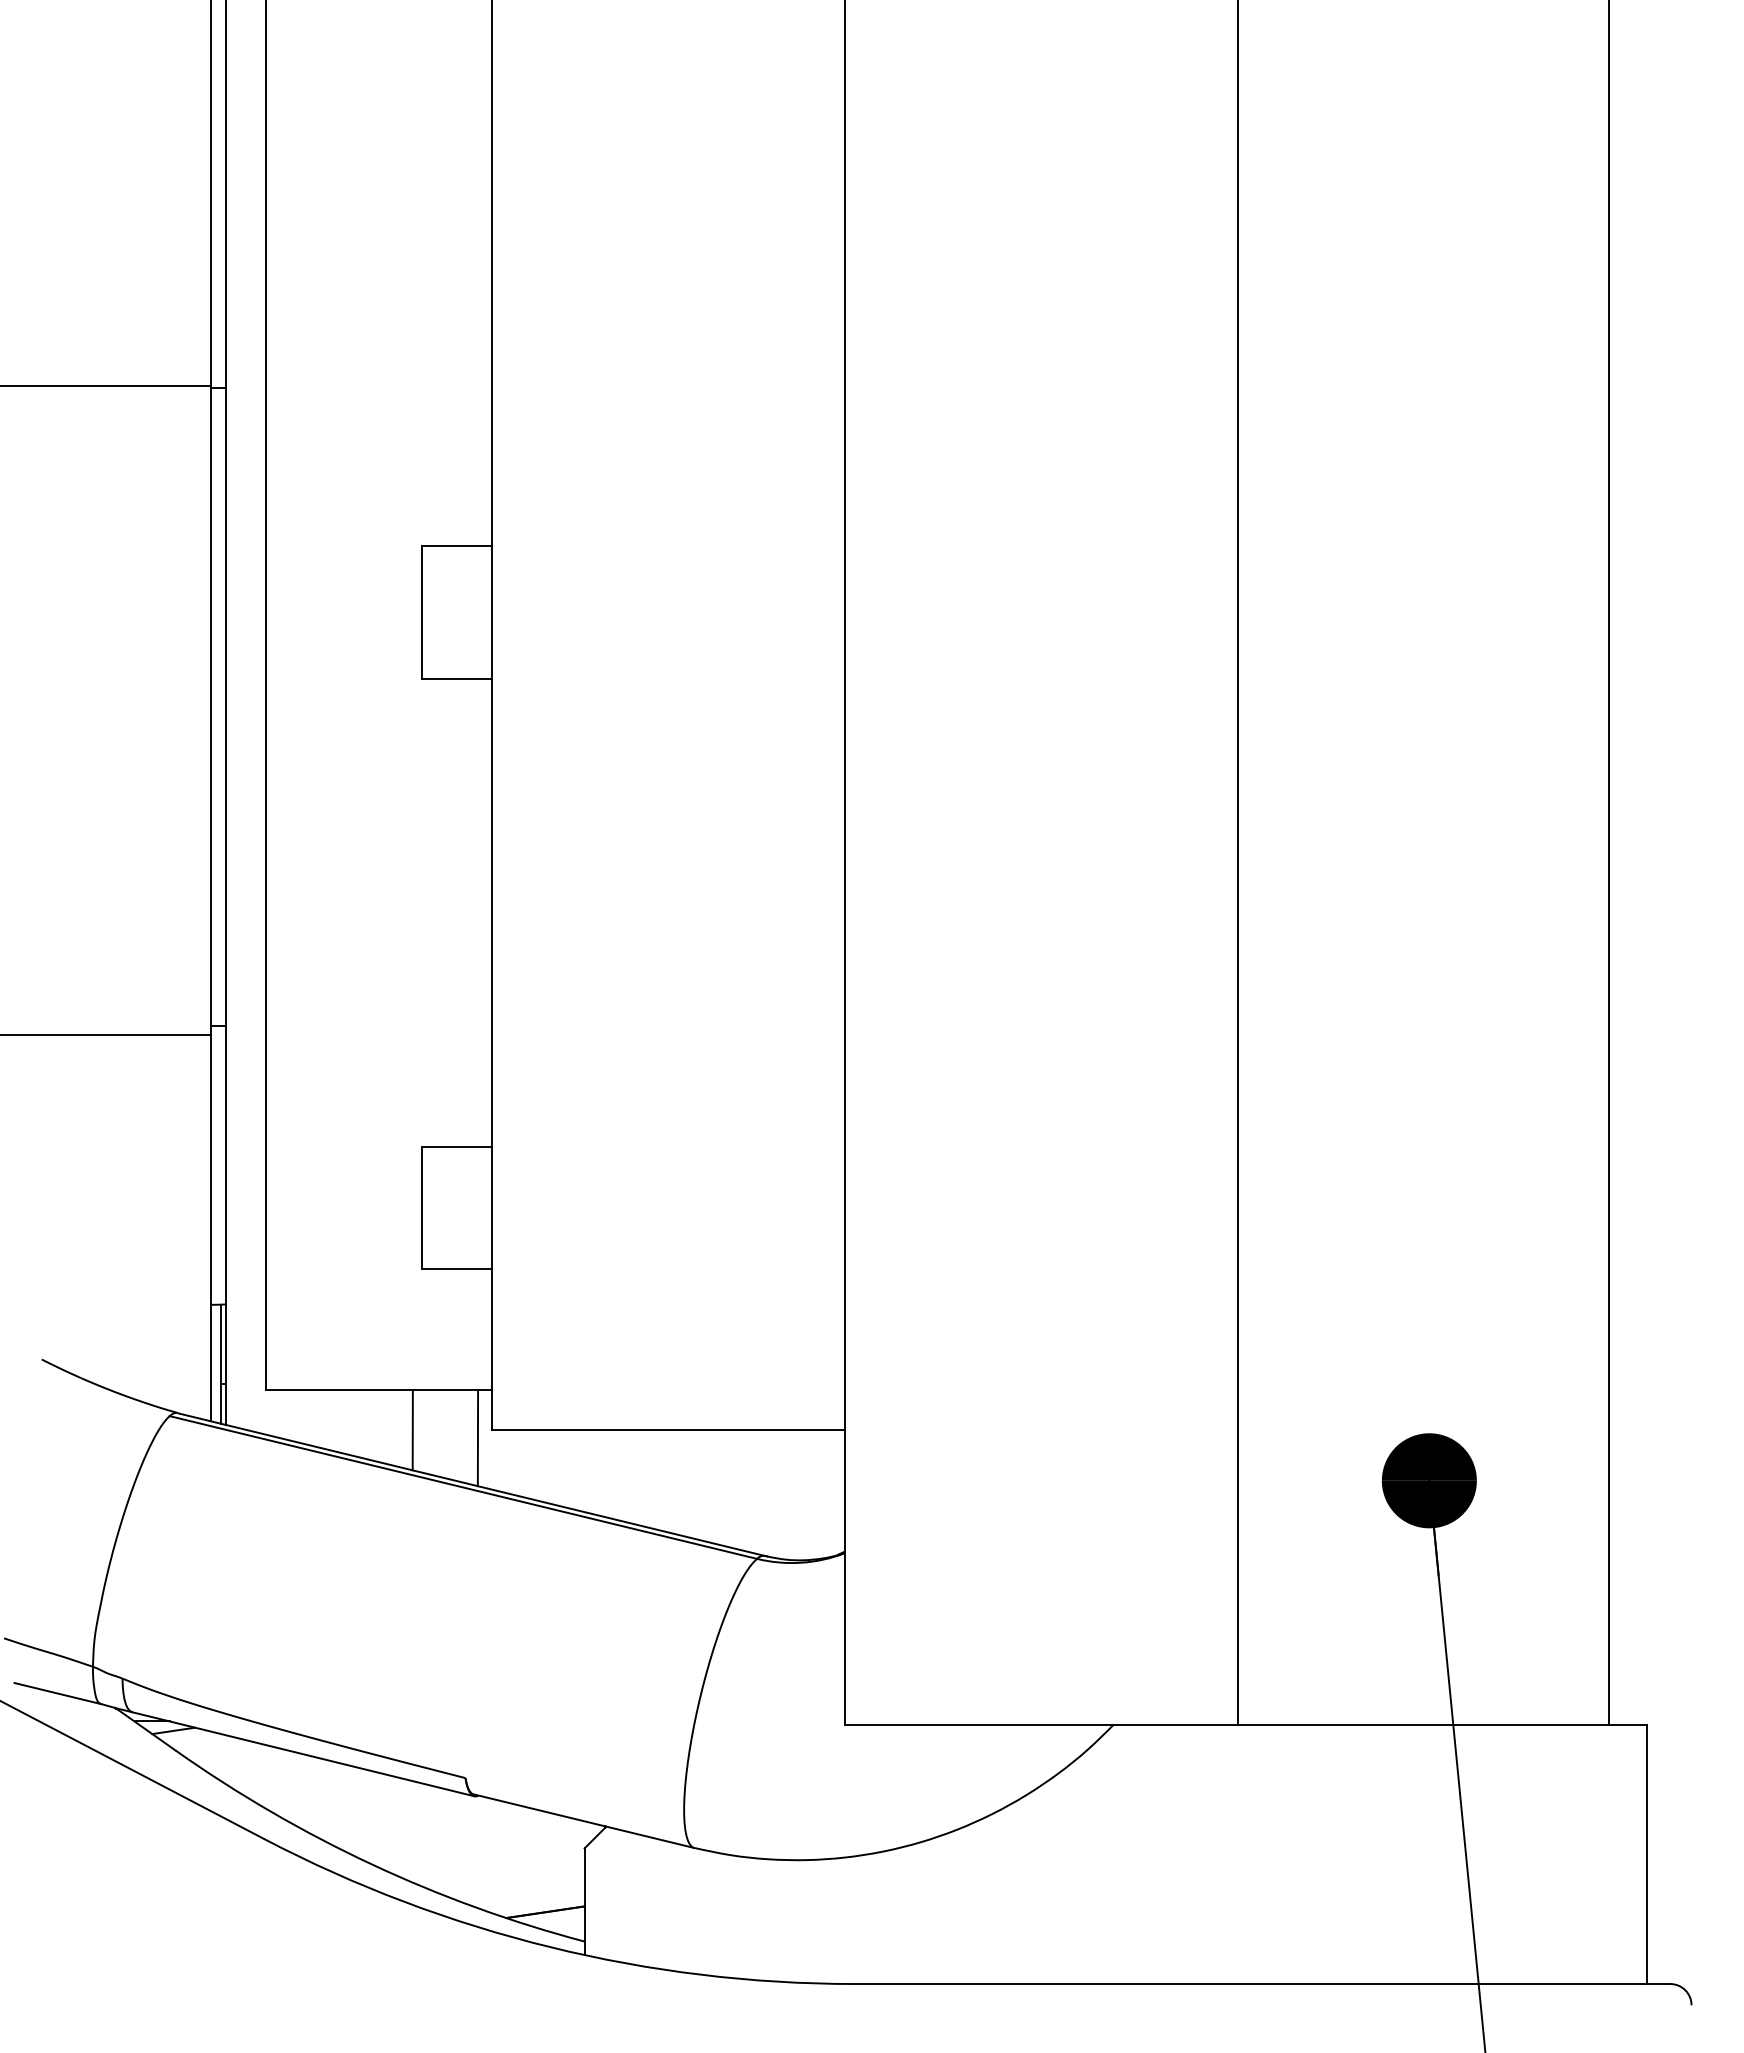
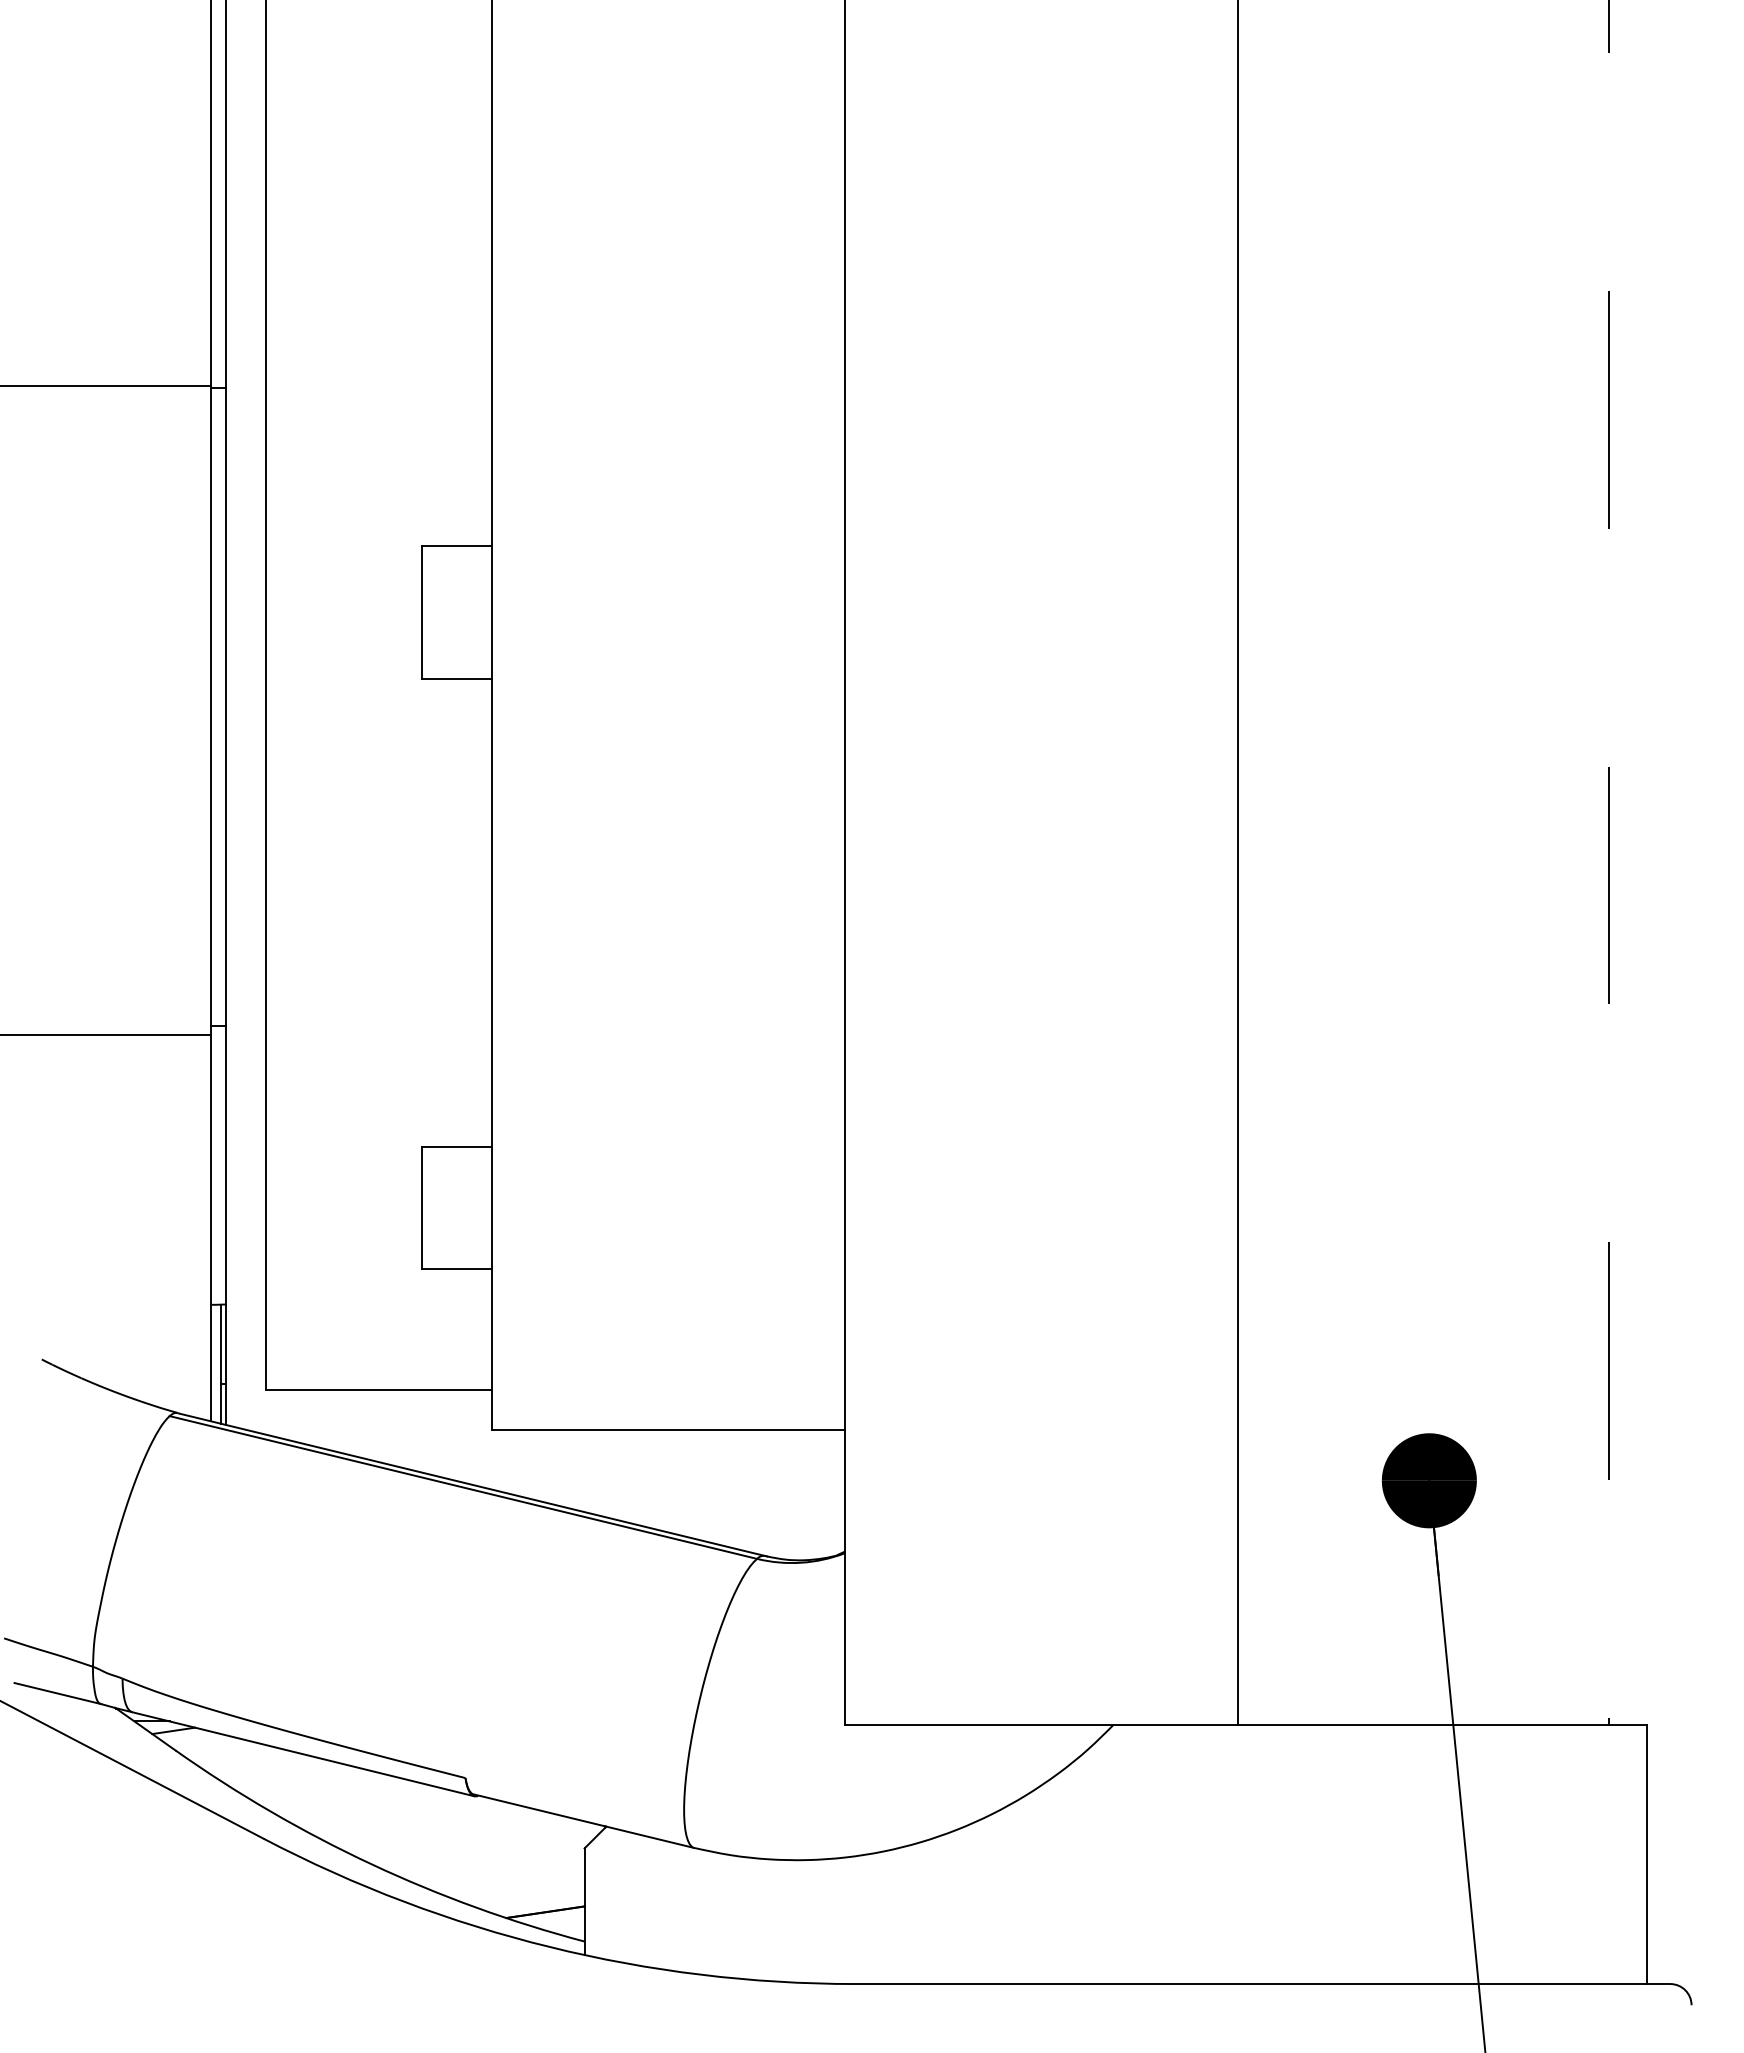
line at (1608, 862): solid -> dashed
line at (412, 1430): present -> none
line at (477, 1438): present -> none
